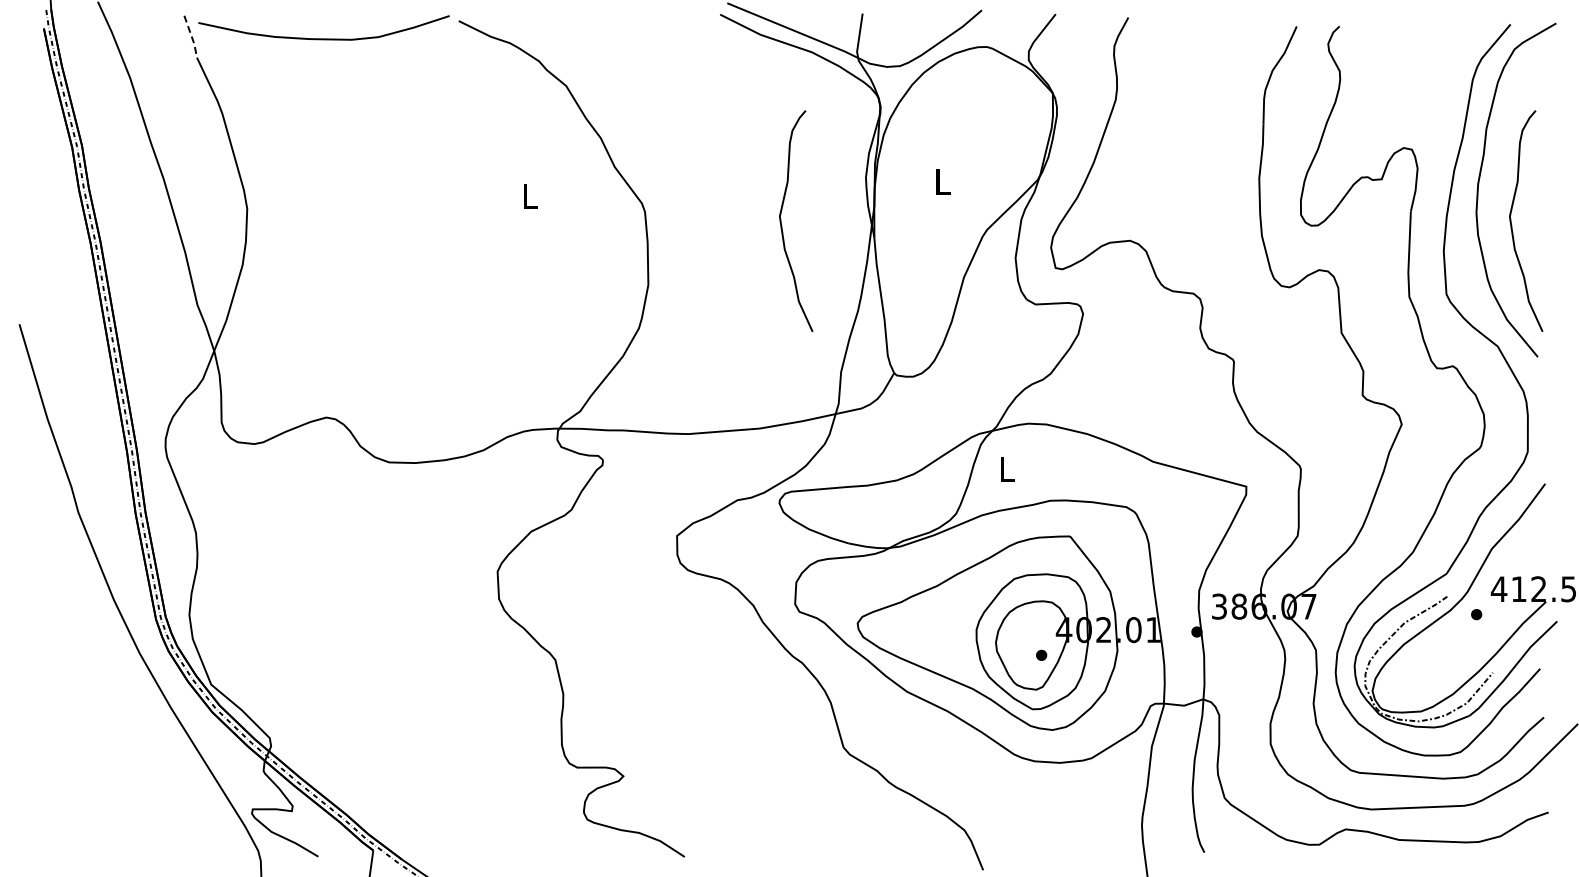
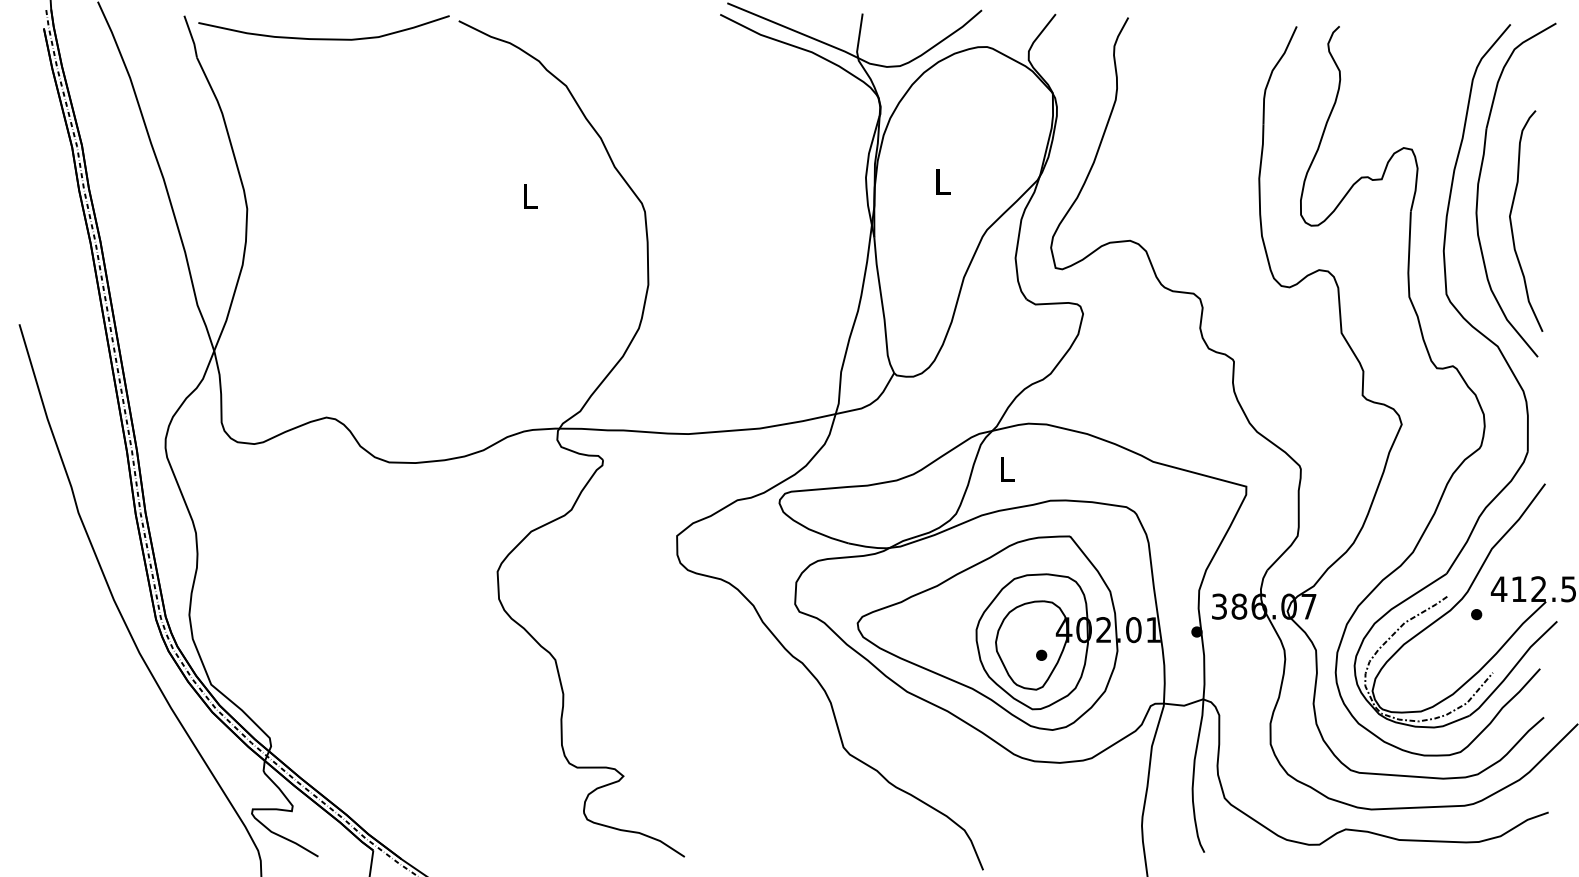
line at (191, 36): dashed -> solid
curve at (782, 225): present -> none
